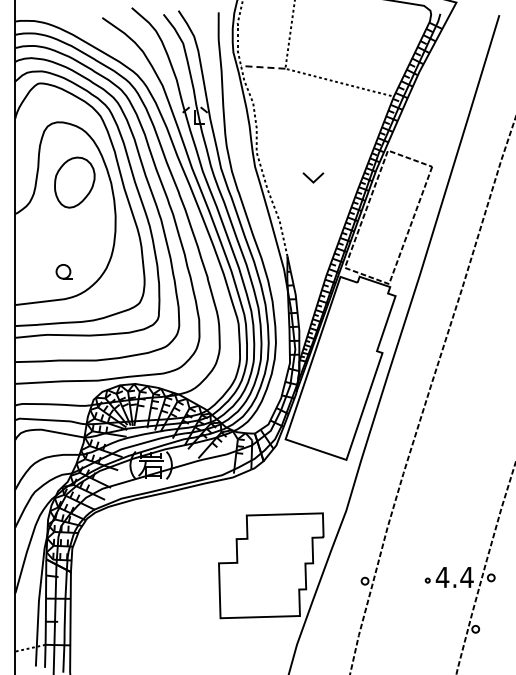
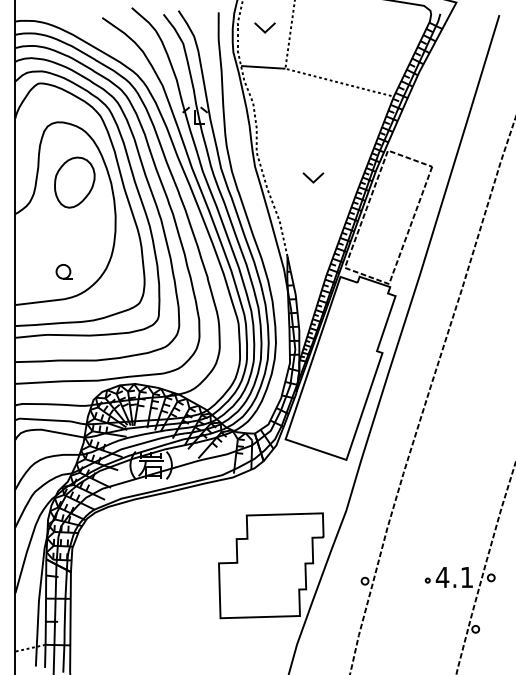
part at (264, 27): none -> present
line at (262, 67): dashed -> solid
text at (466, 577): 4.4 -> 4.1
